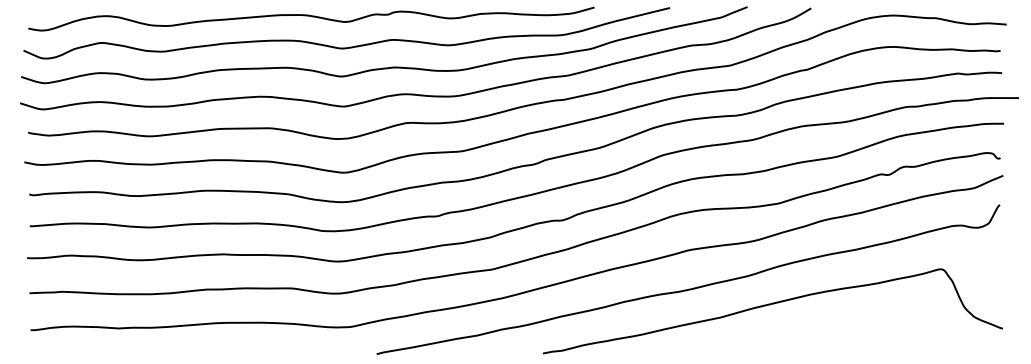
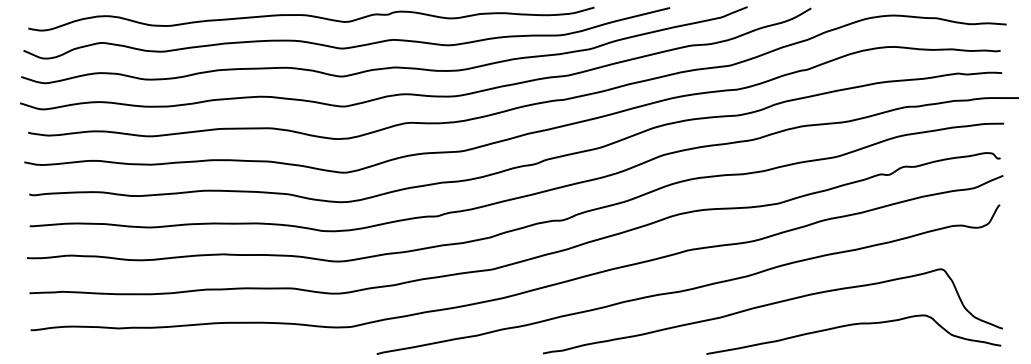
curve at (853, 325): none -> present
